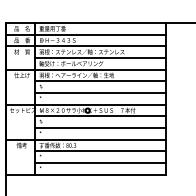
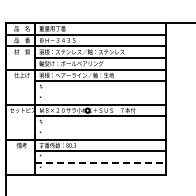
line at (100, 93): present -> none
line at (100, 128): present -> none
line at (100, 163): solid -> dashed
